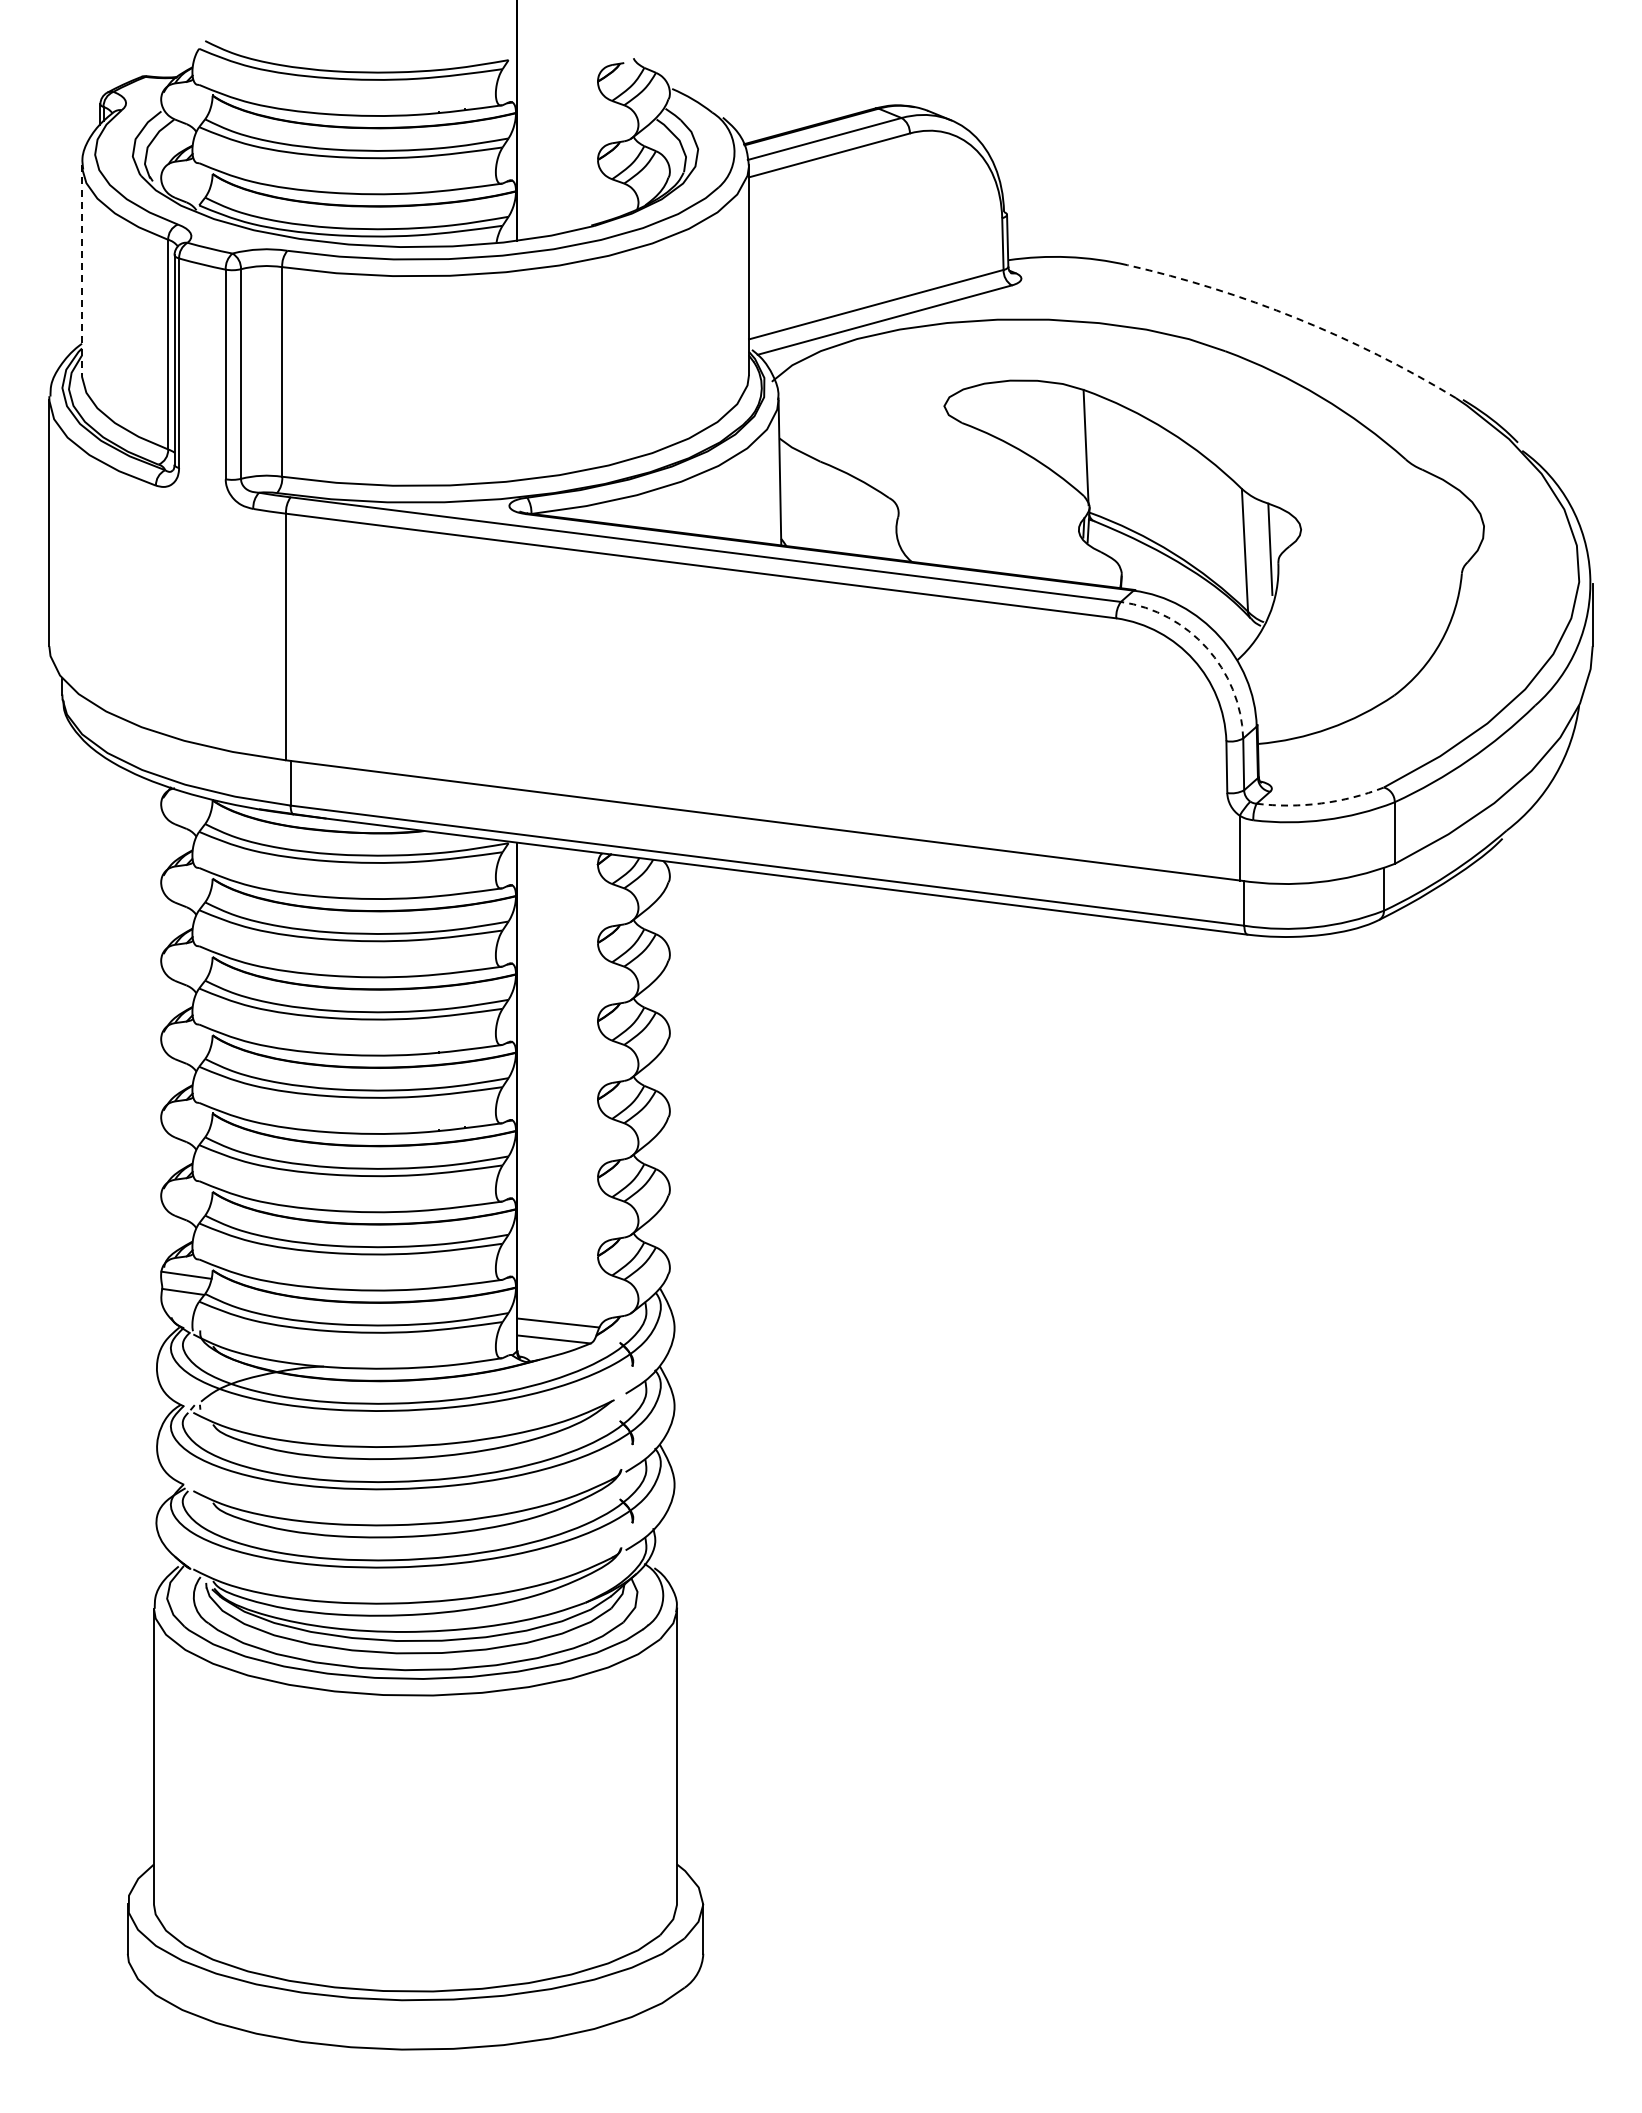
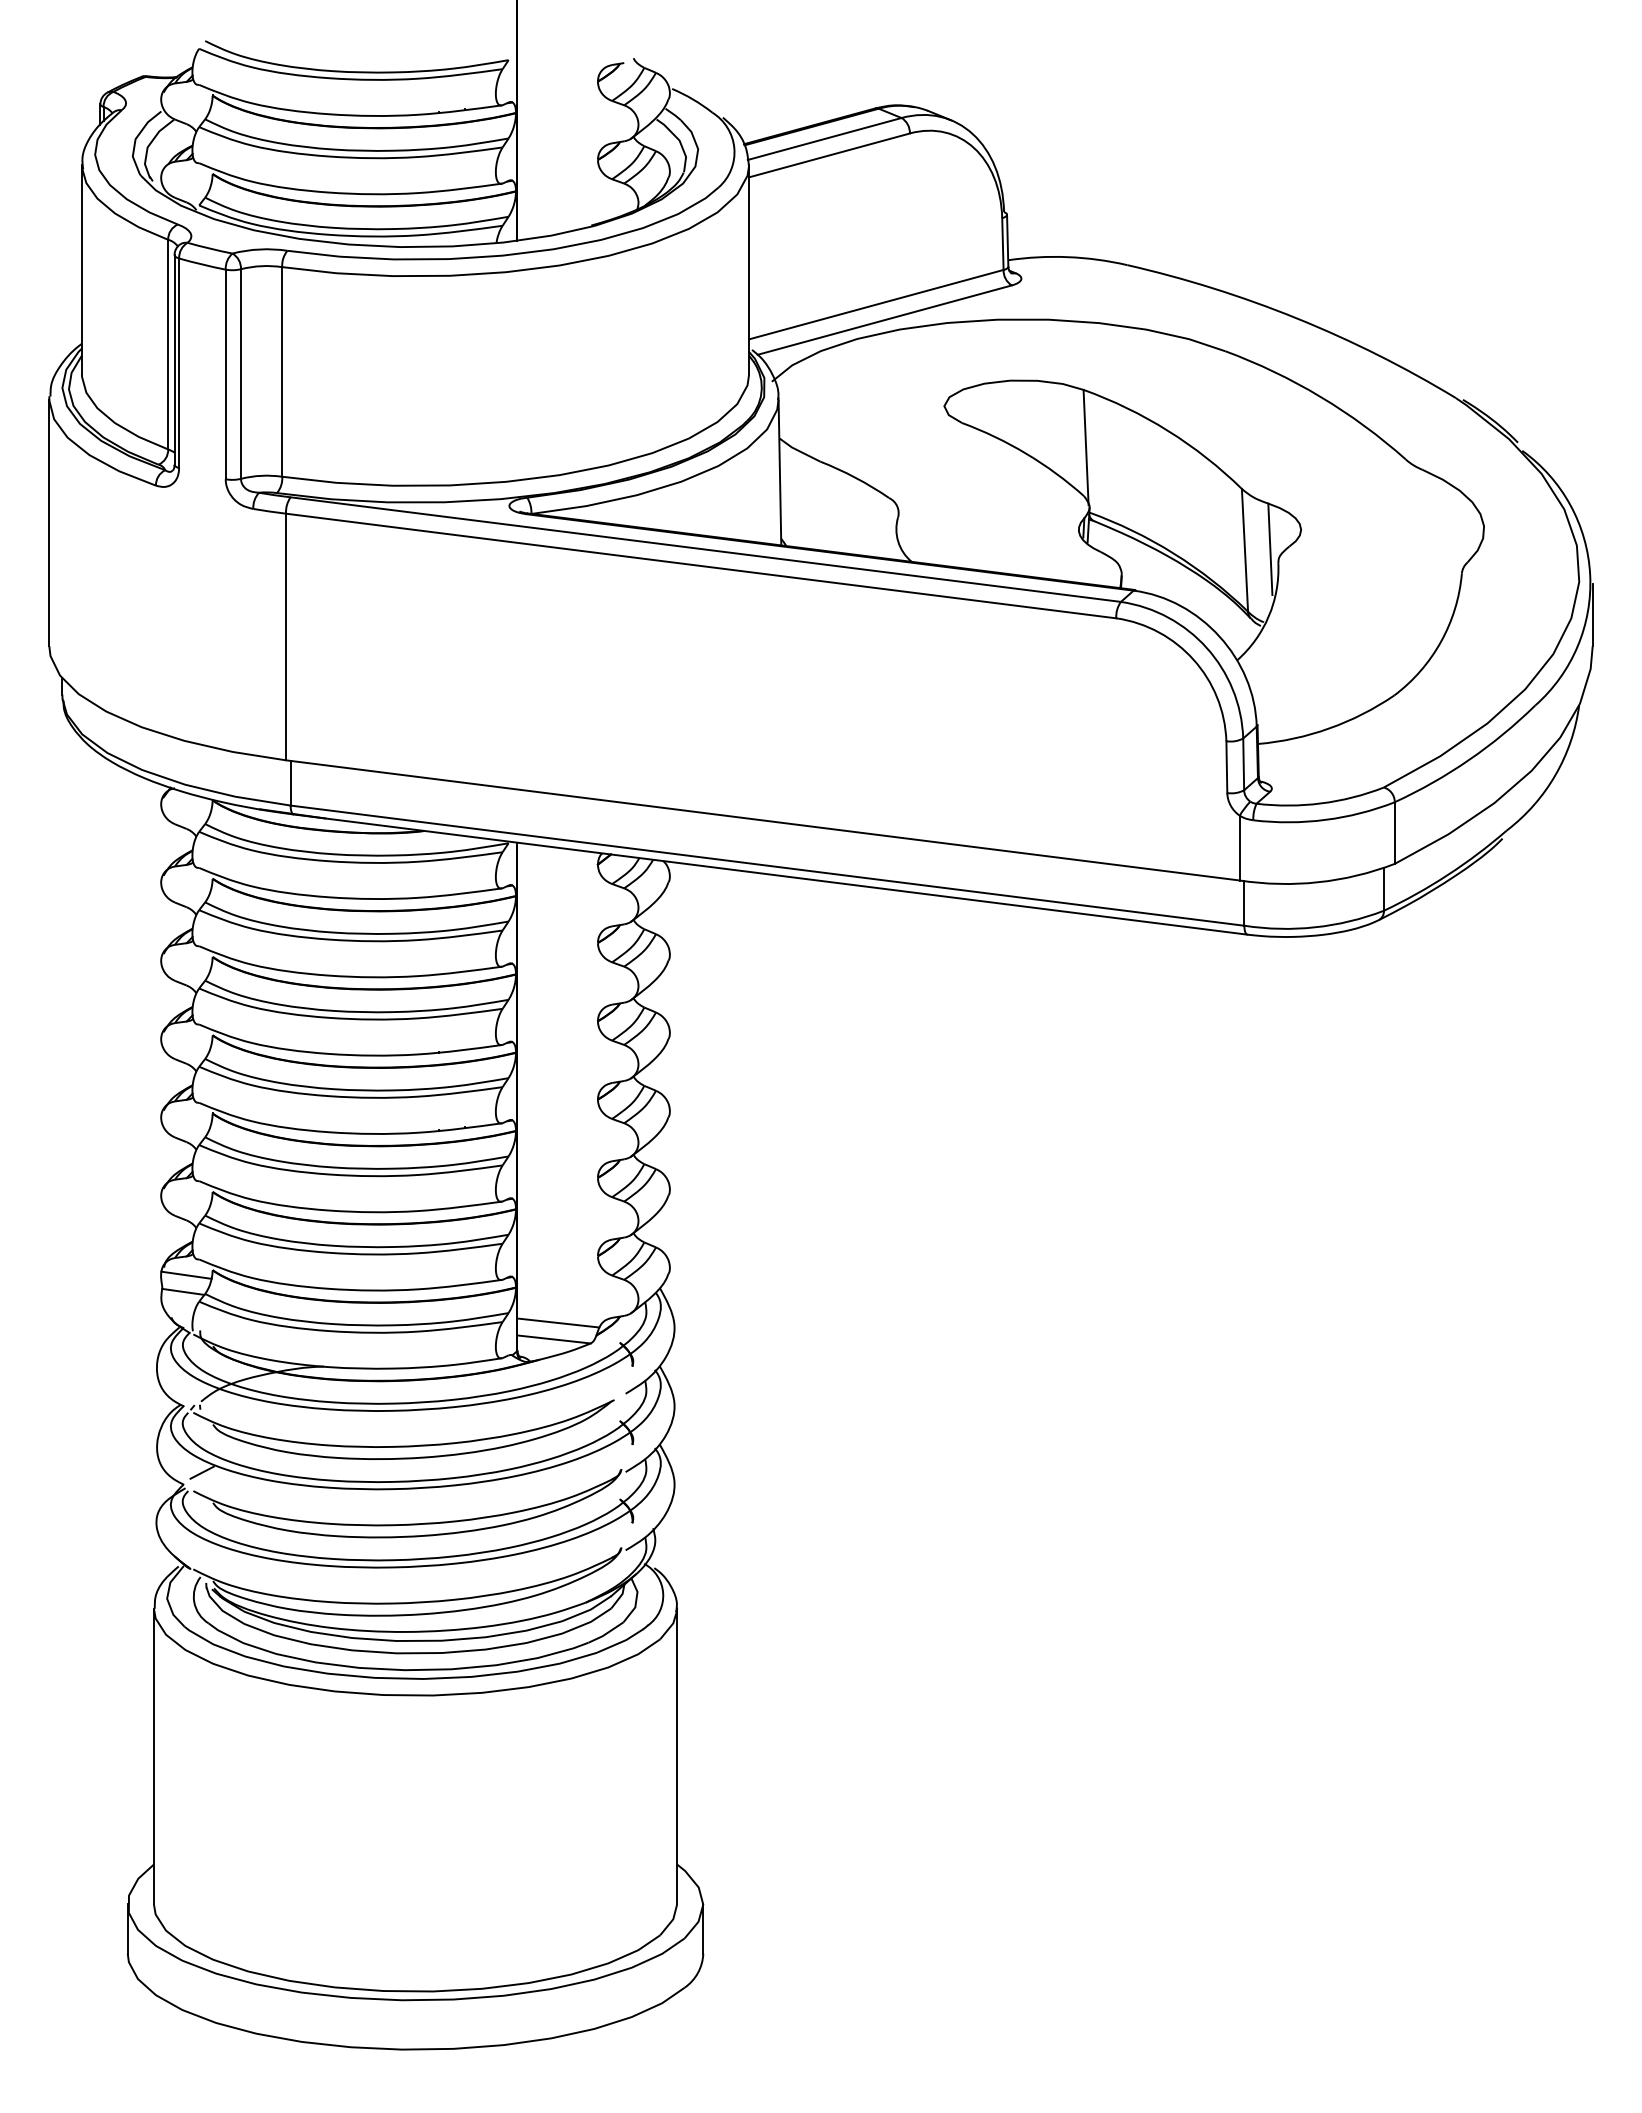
line at (82, 270): dashed -> solid
arc at (1297, 318): dashed -> solid
arc at (1206, 648): dashed -> solid
arc at (1321, 803): dashed -> solid
line at (201, 1472): none -> present
